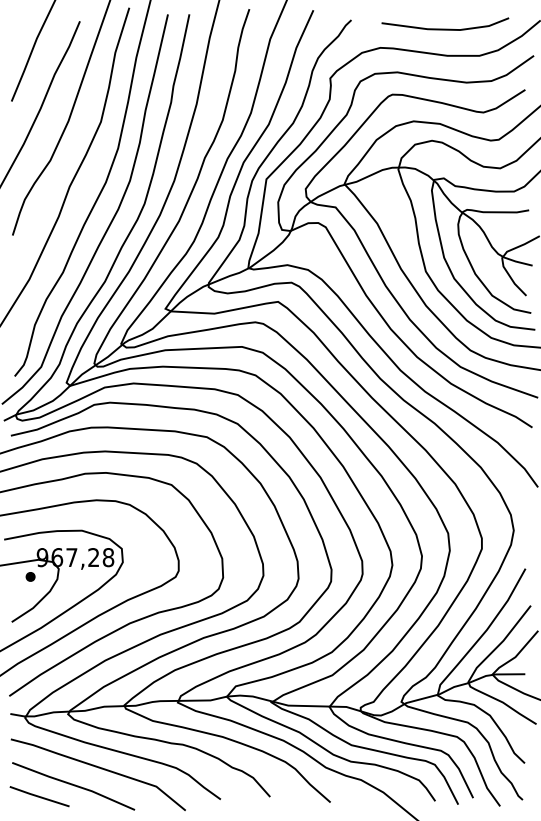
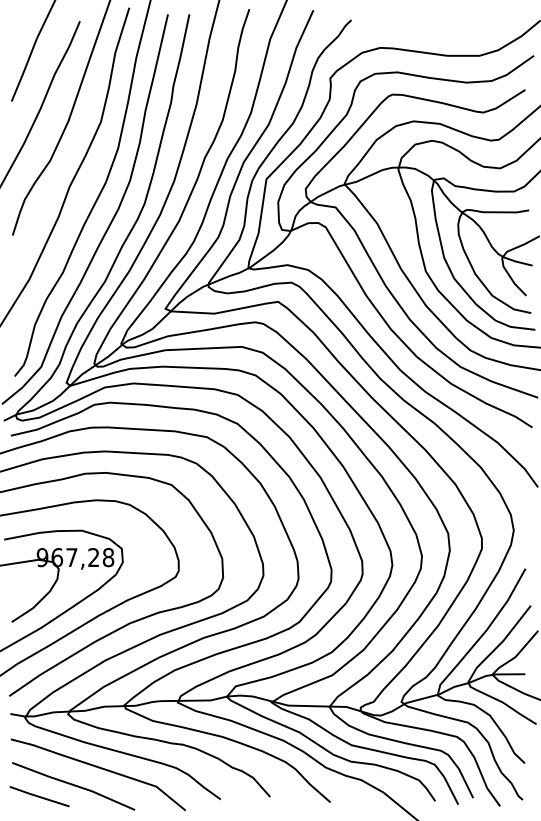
line at (445, 28): present -> none
part at (30, 576): present -> none
